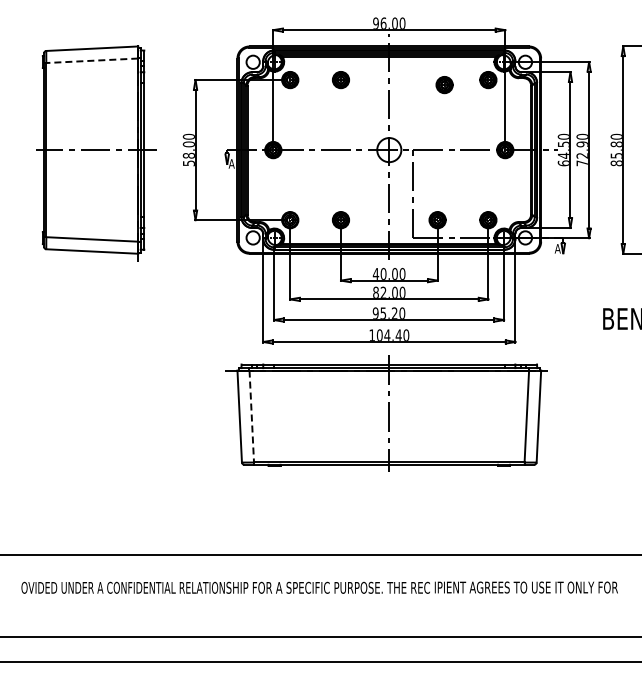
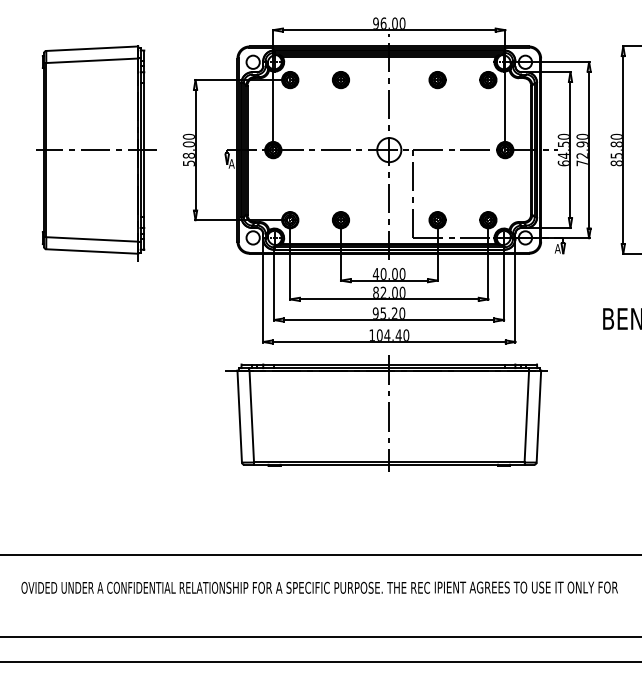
line at (91, 60): dashed -> solid
part at (444, 85) position: (444, 85) -> (437, 80)
line at (251, 417): dashed -> solid
